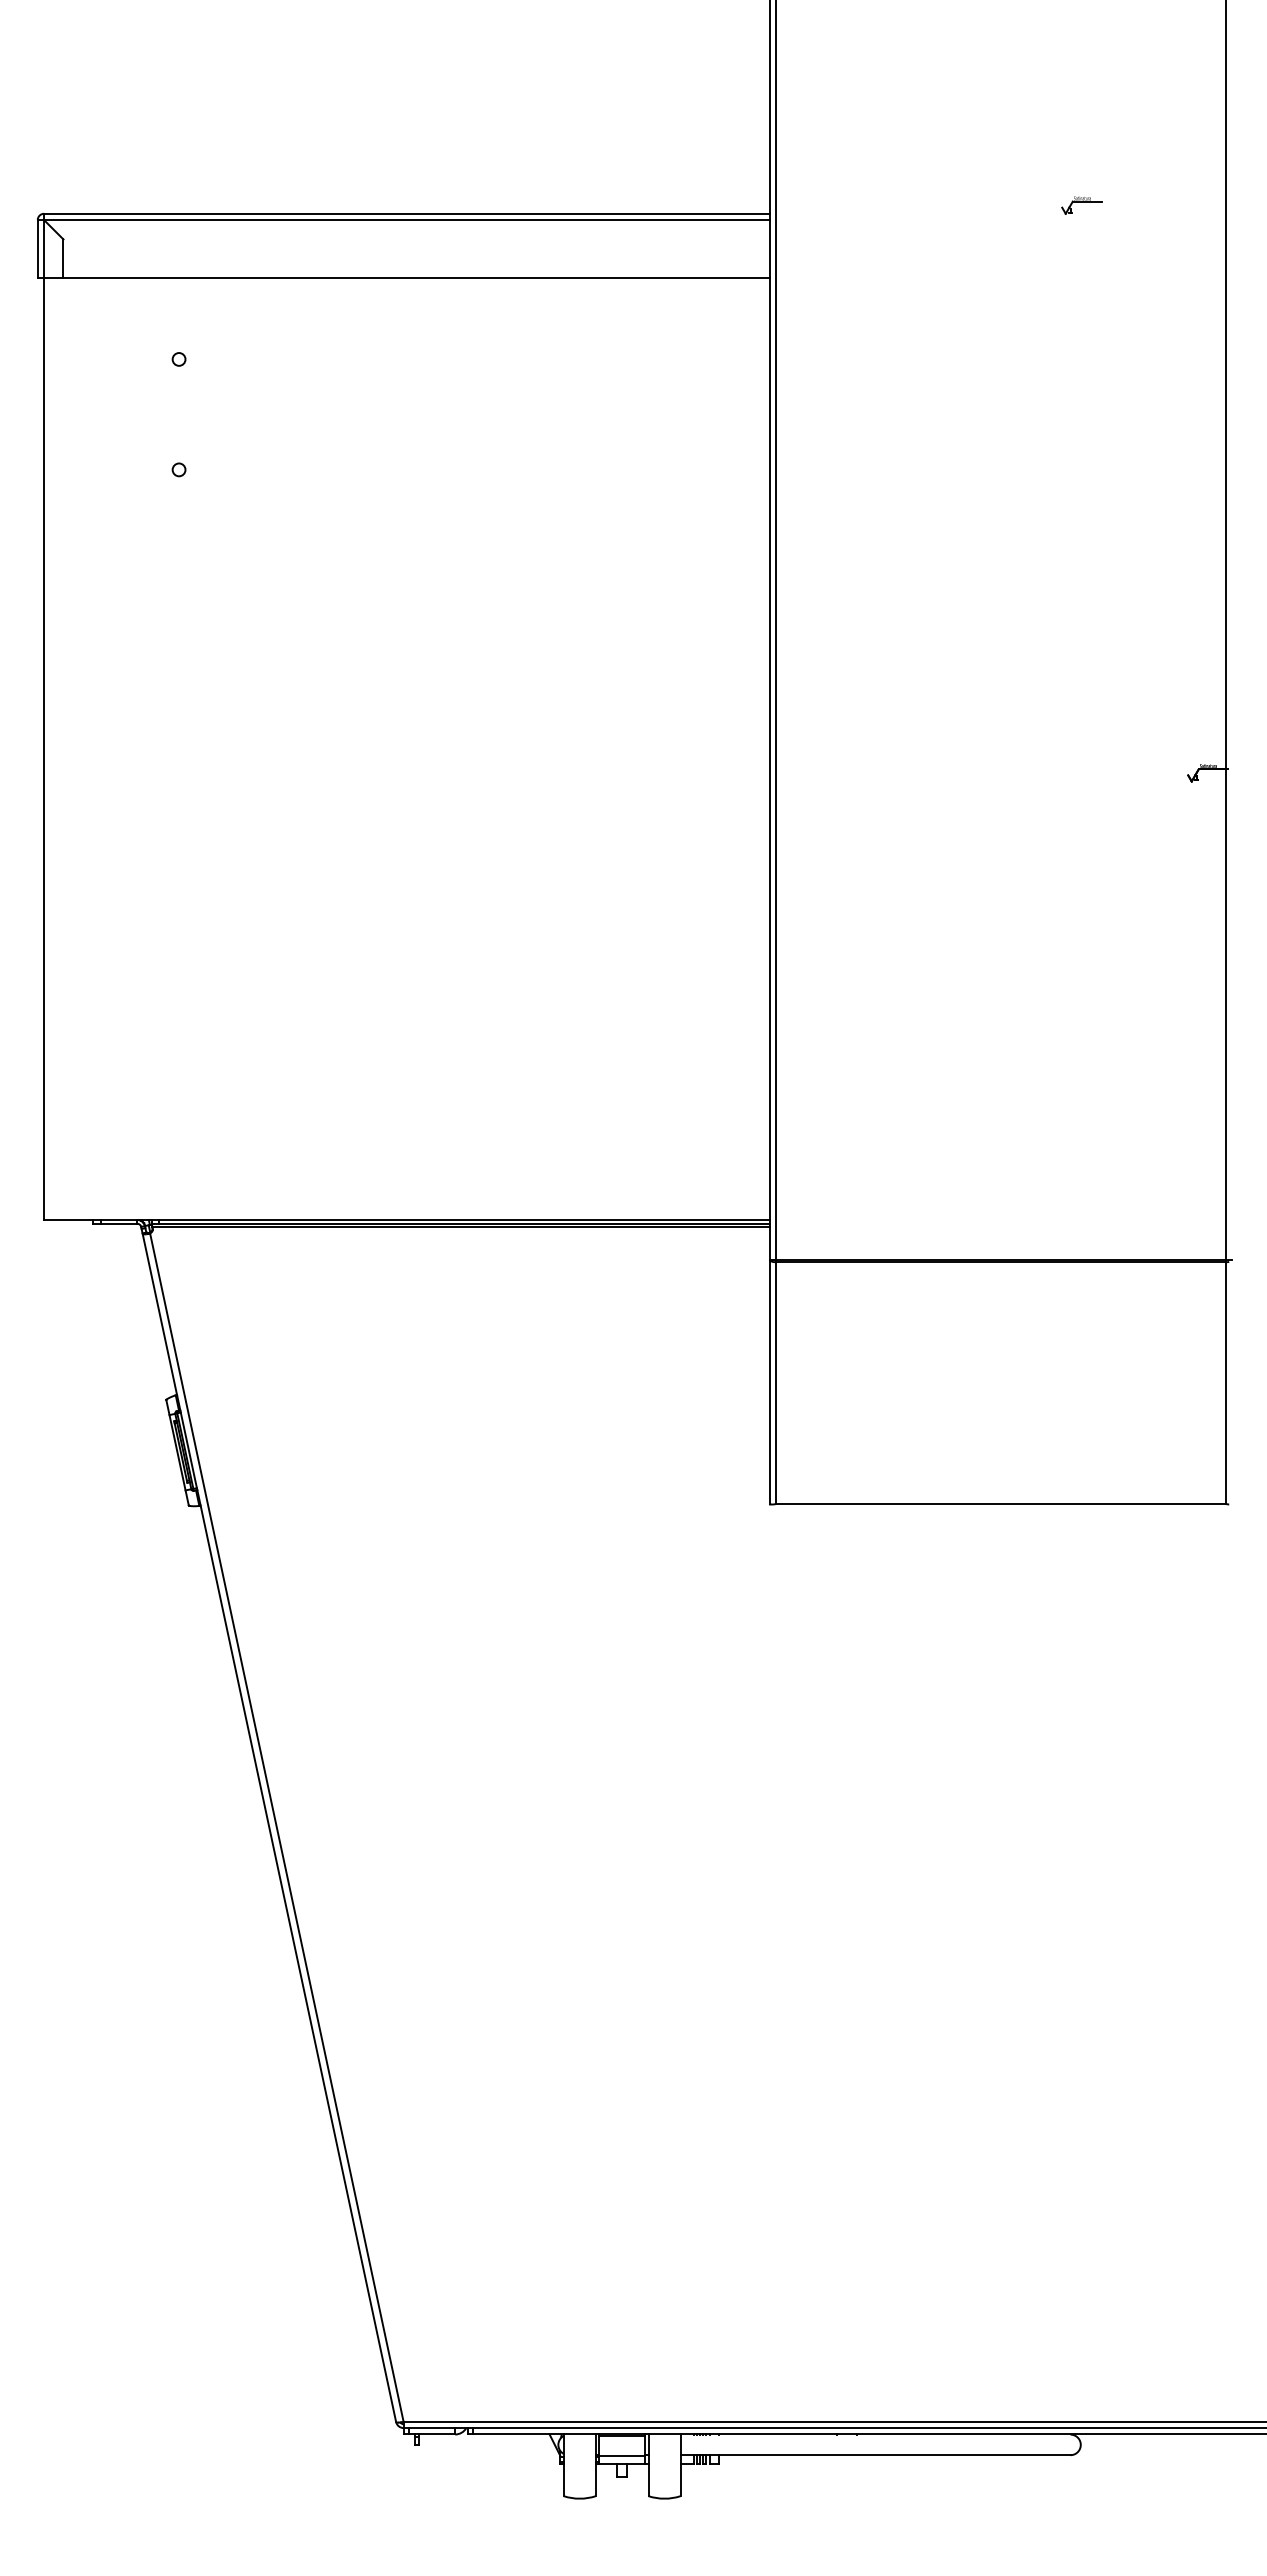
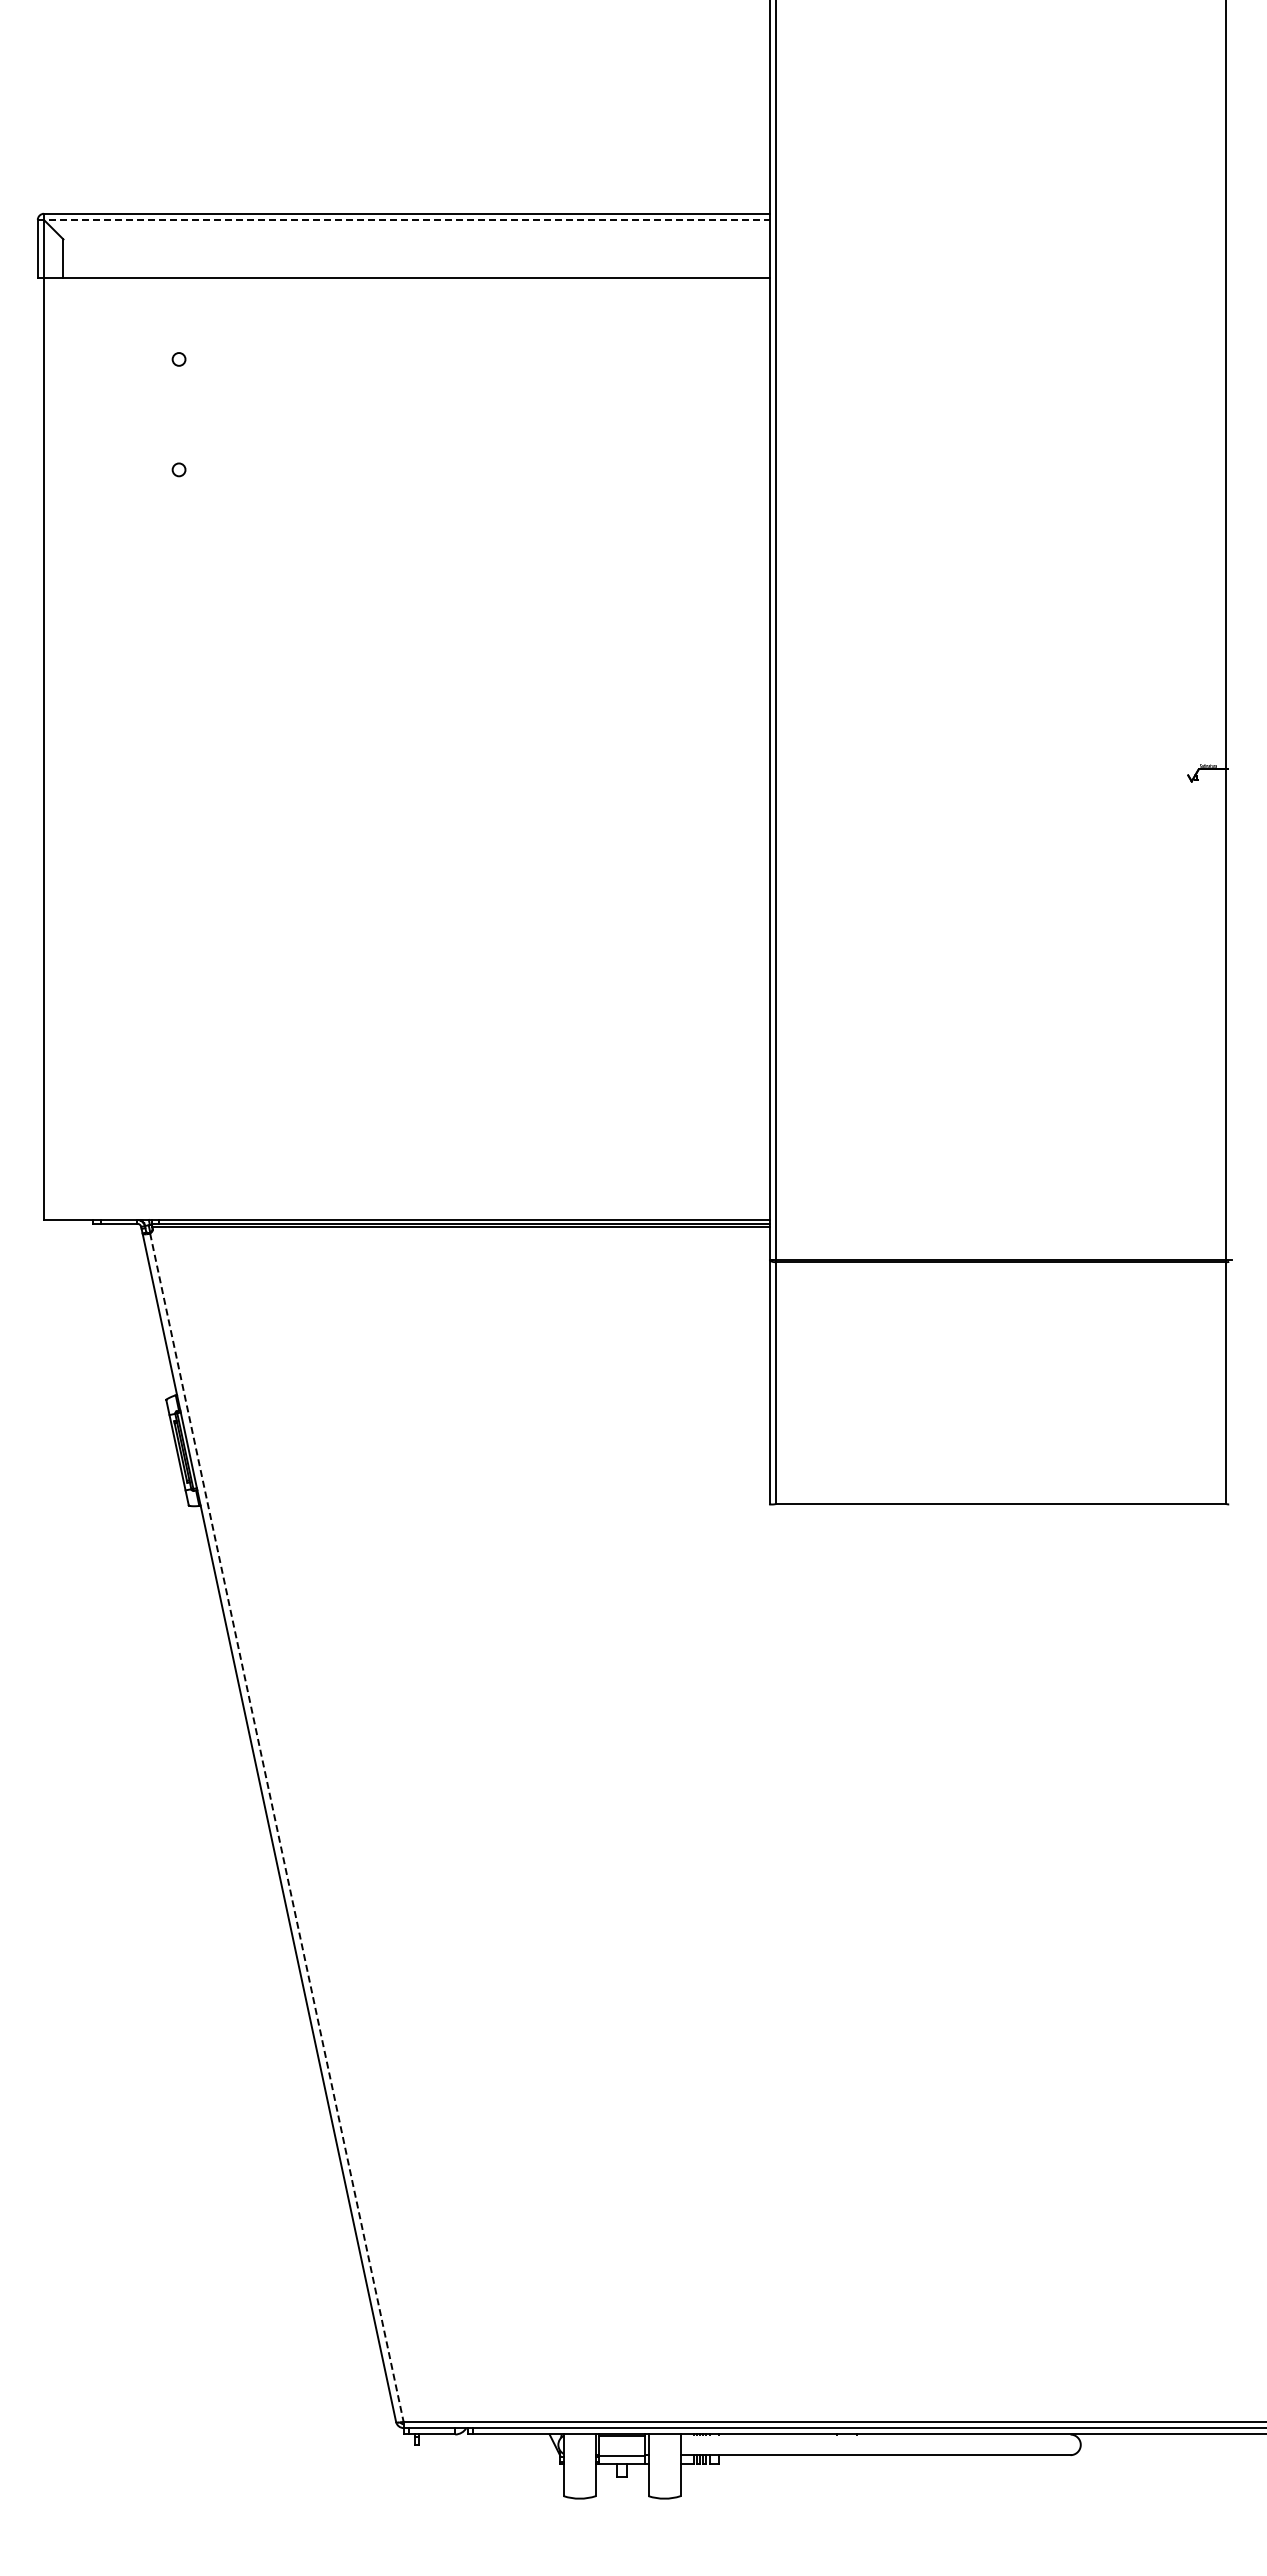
part at (1081, 205): present -> none
line at (404, 219): solid -> dashed
line at (276, 1827): solid -> dashed
